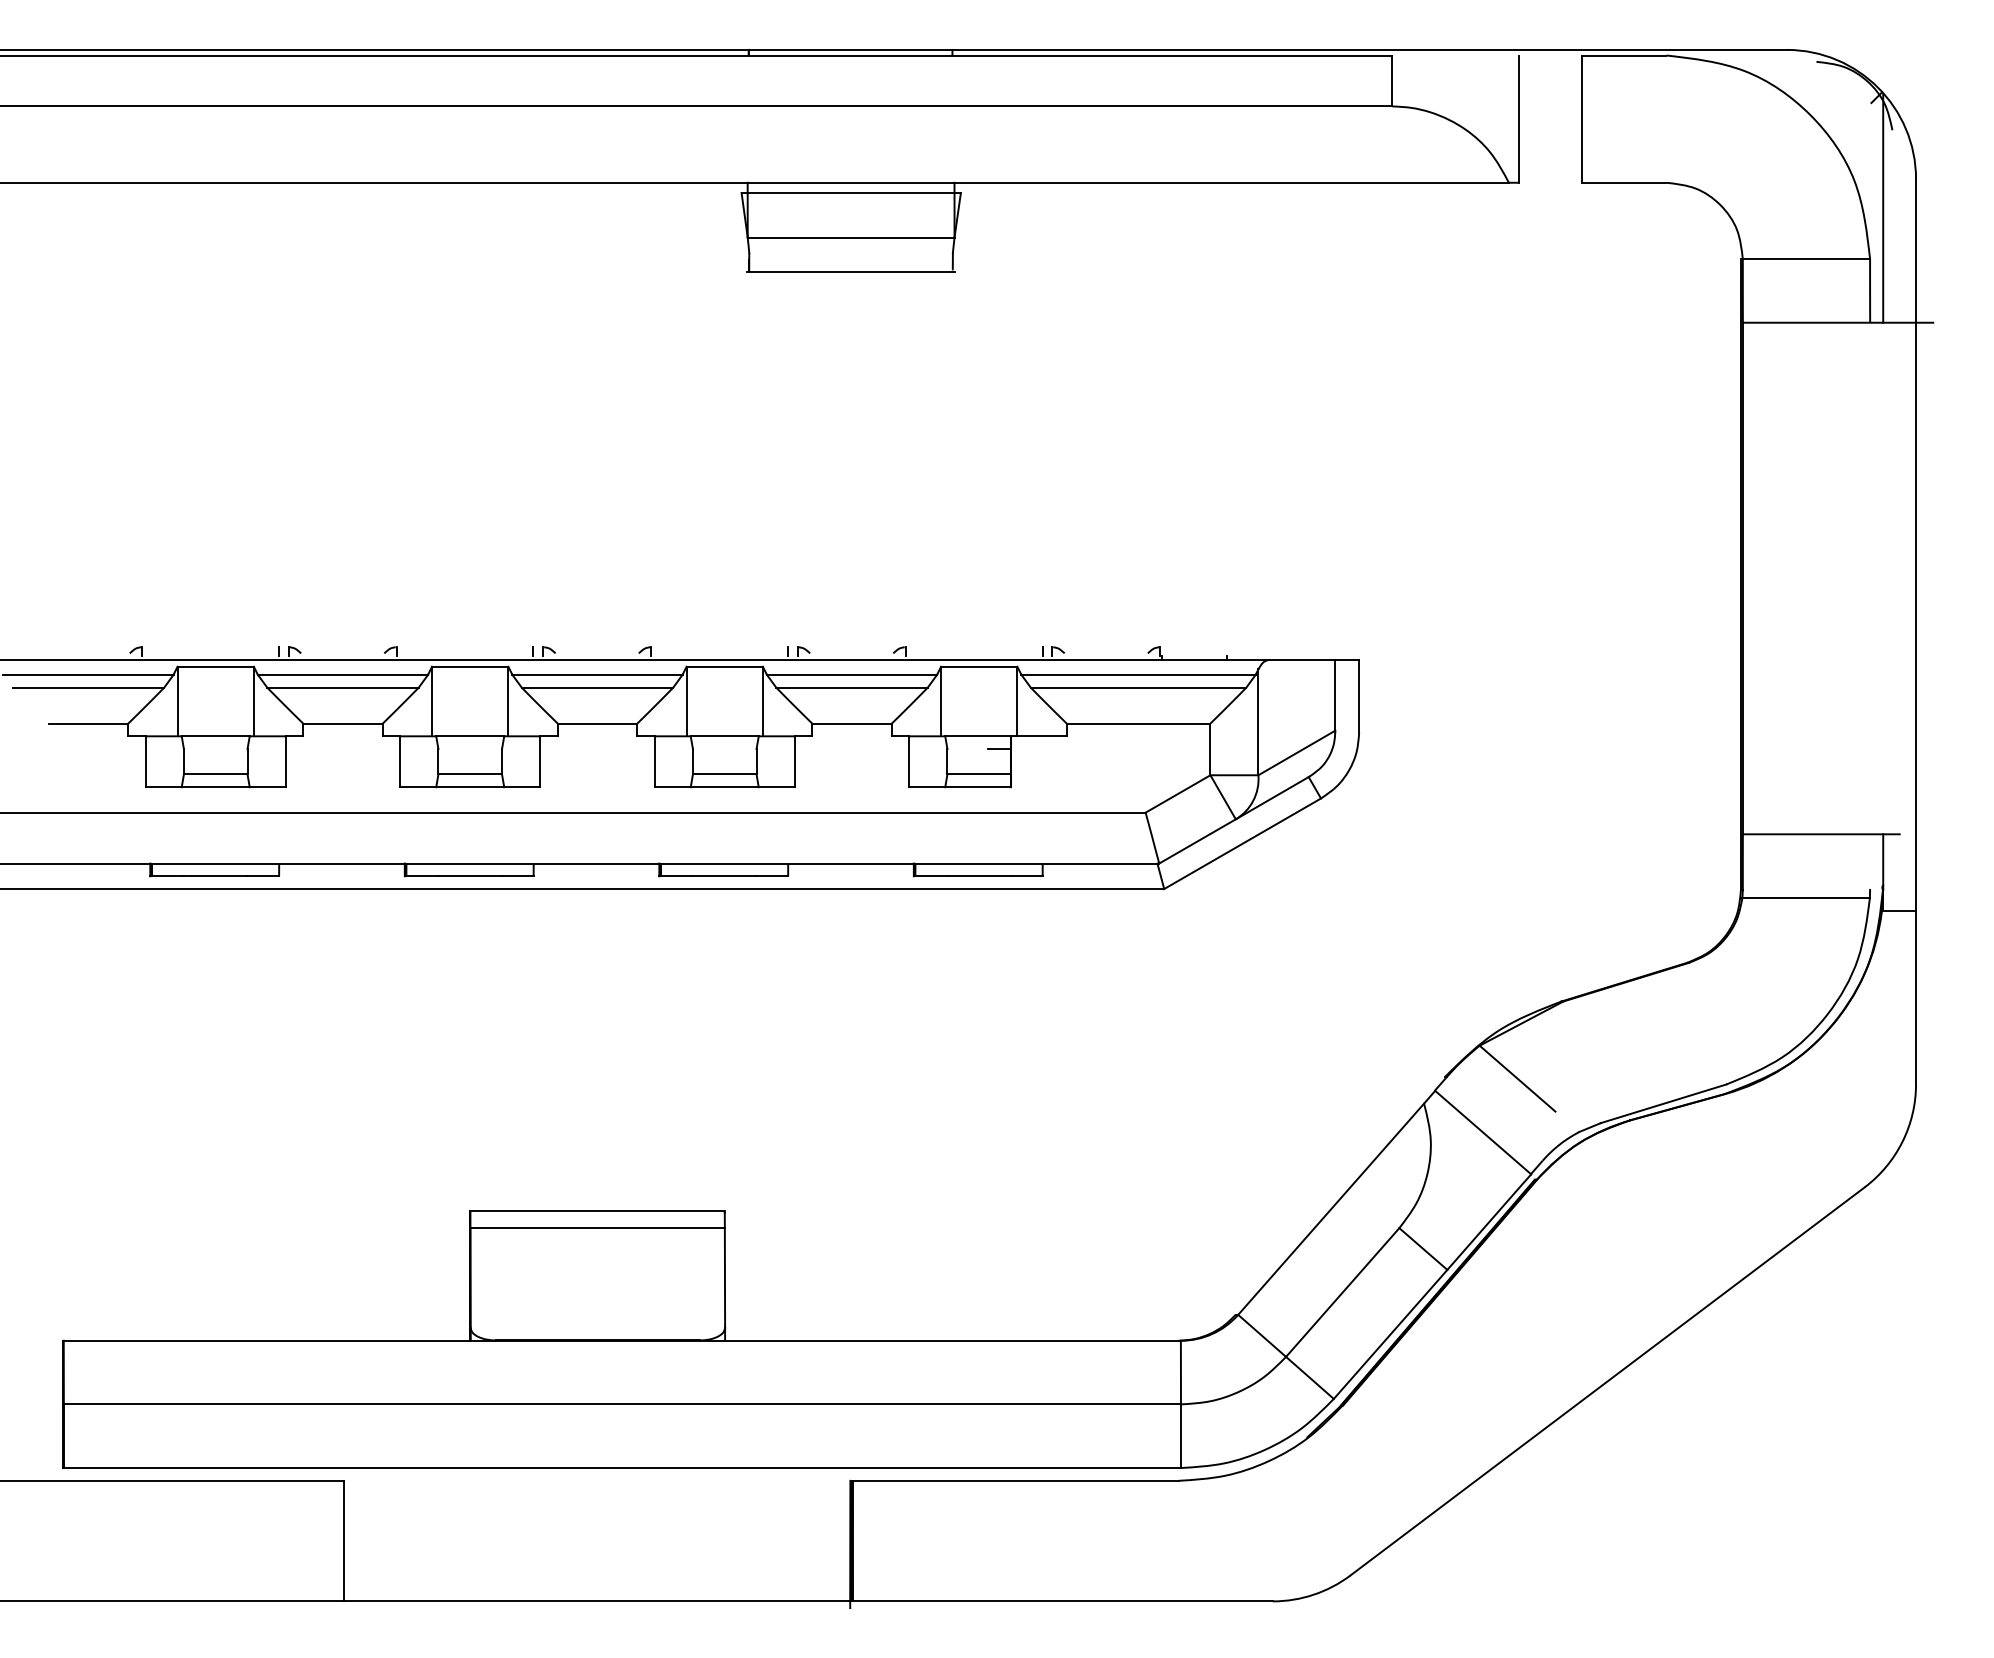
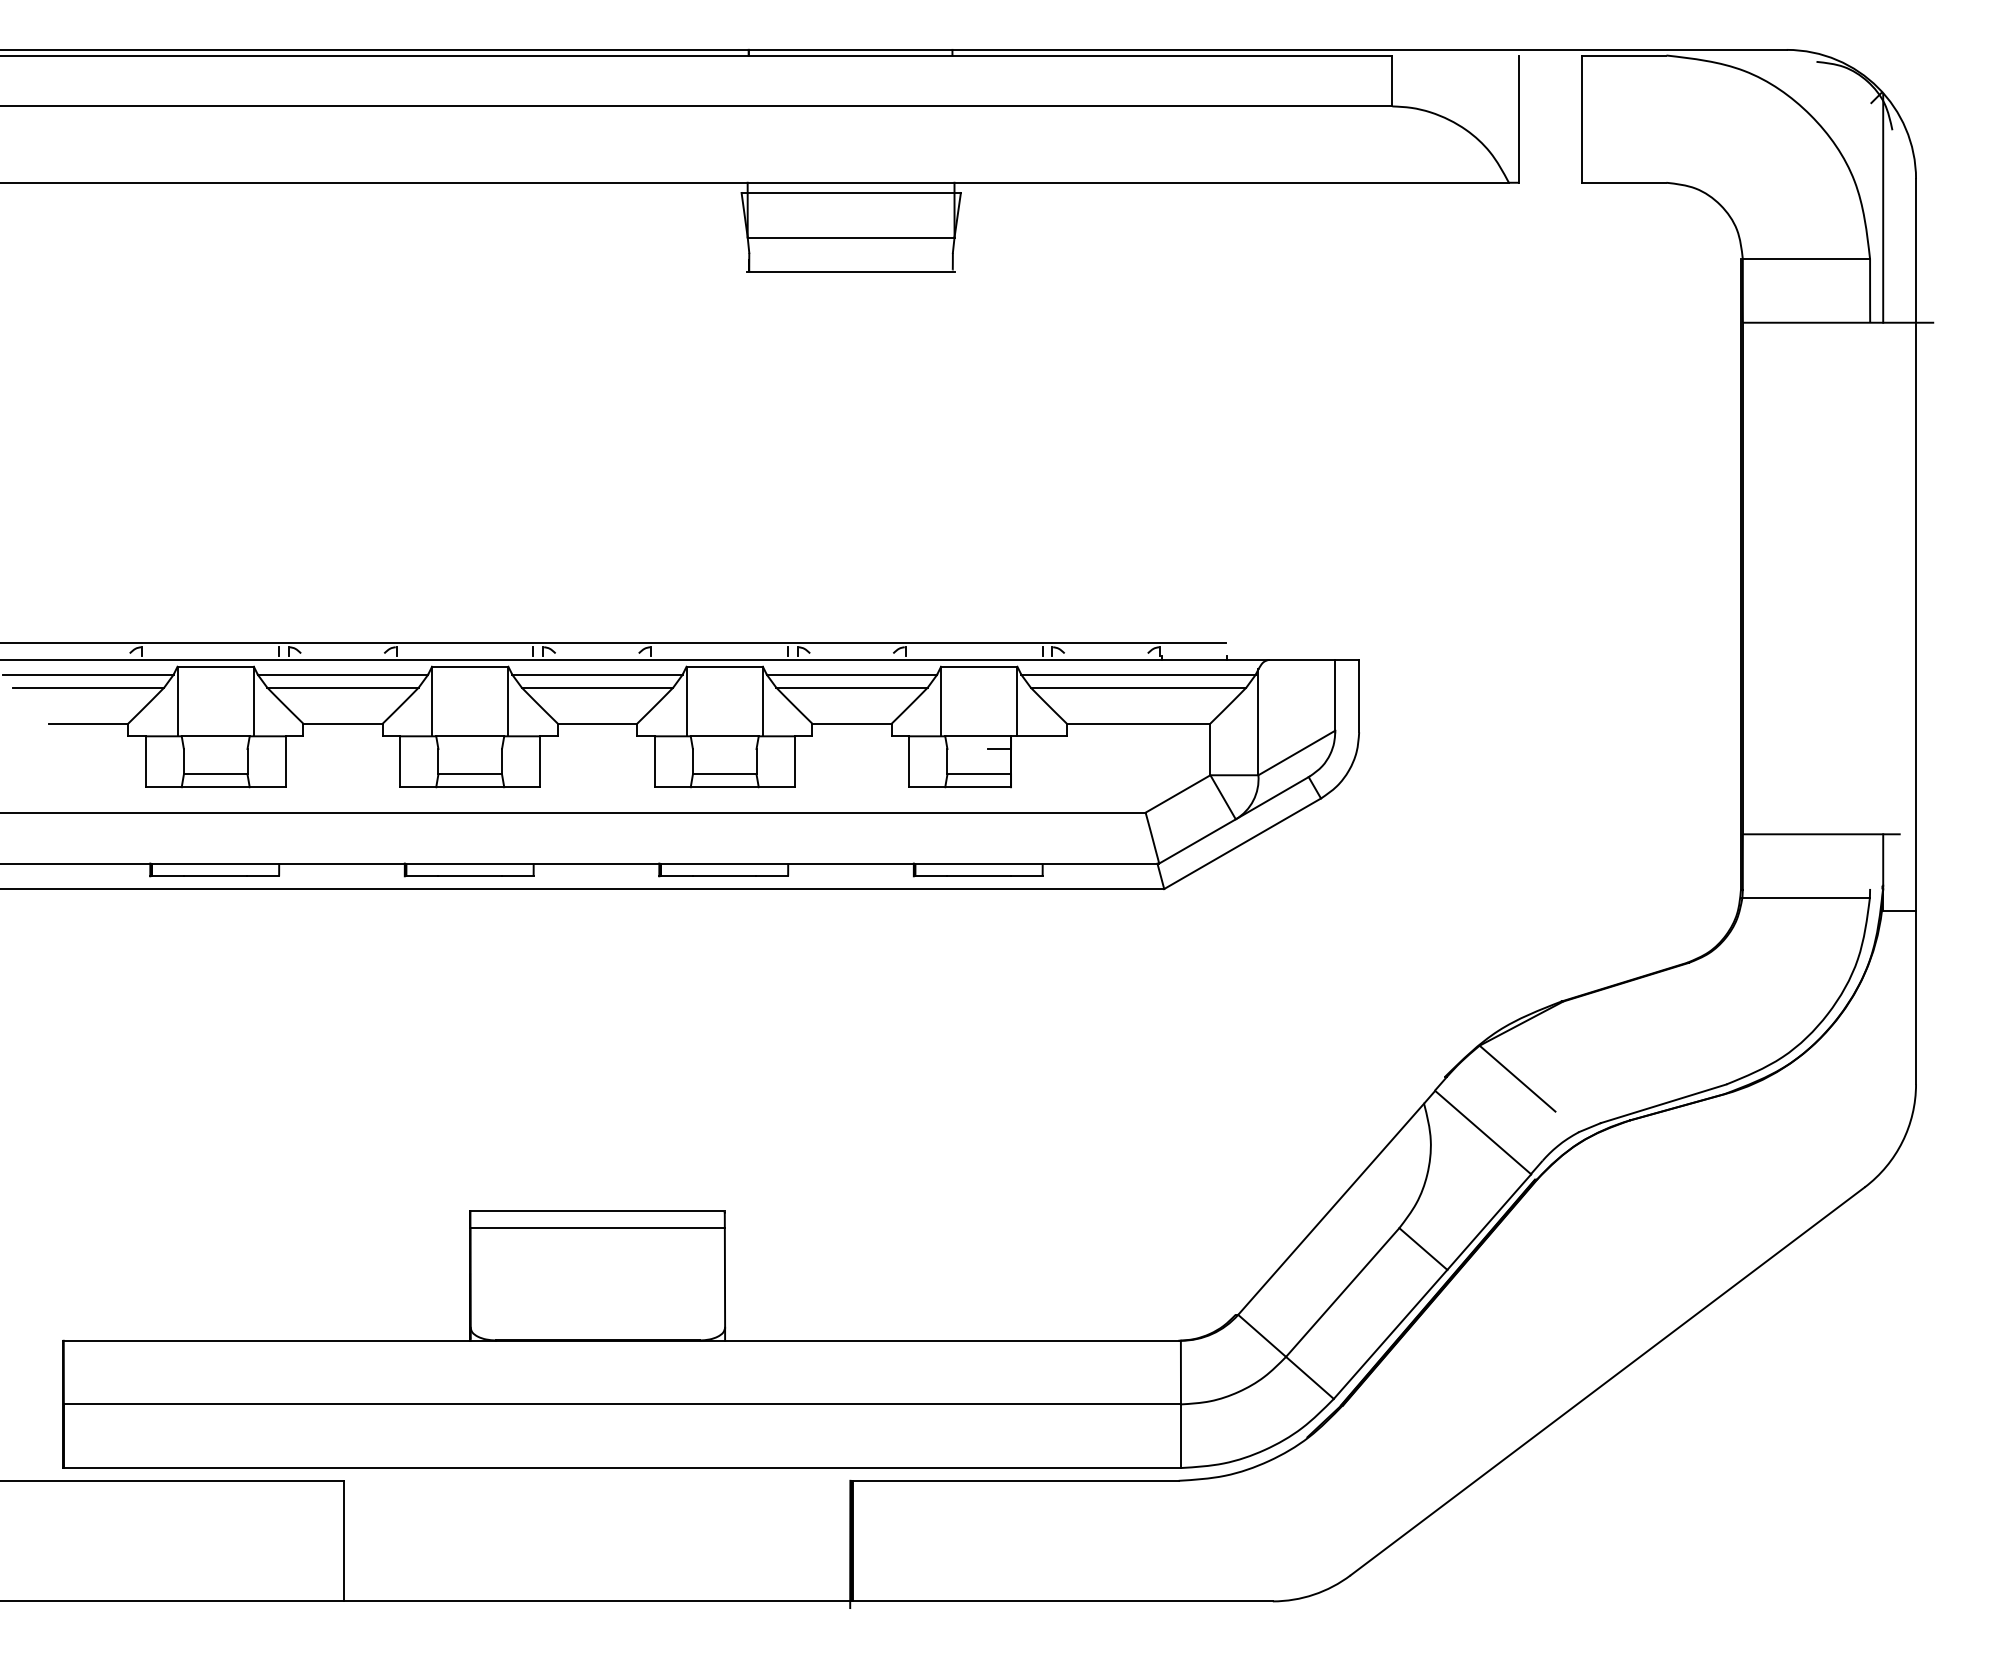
line at (613, 643): none -> present
